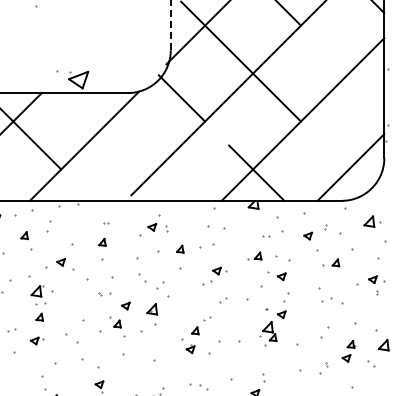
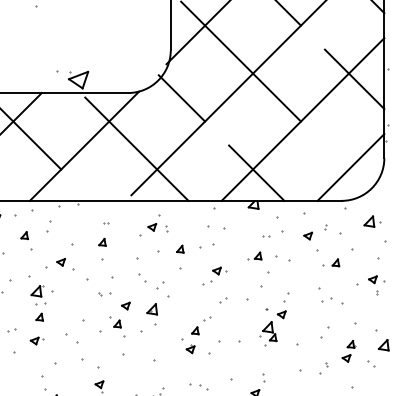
line at (170, 25): dashed -> solid
line at (354, 79): none -> present
line at (136, 148): none -> present
part at (281, 276): present -> none
